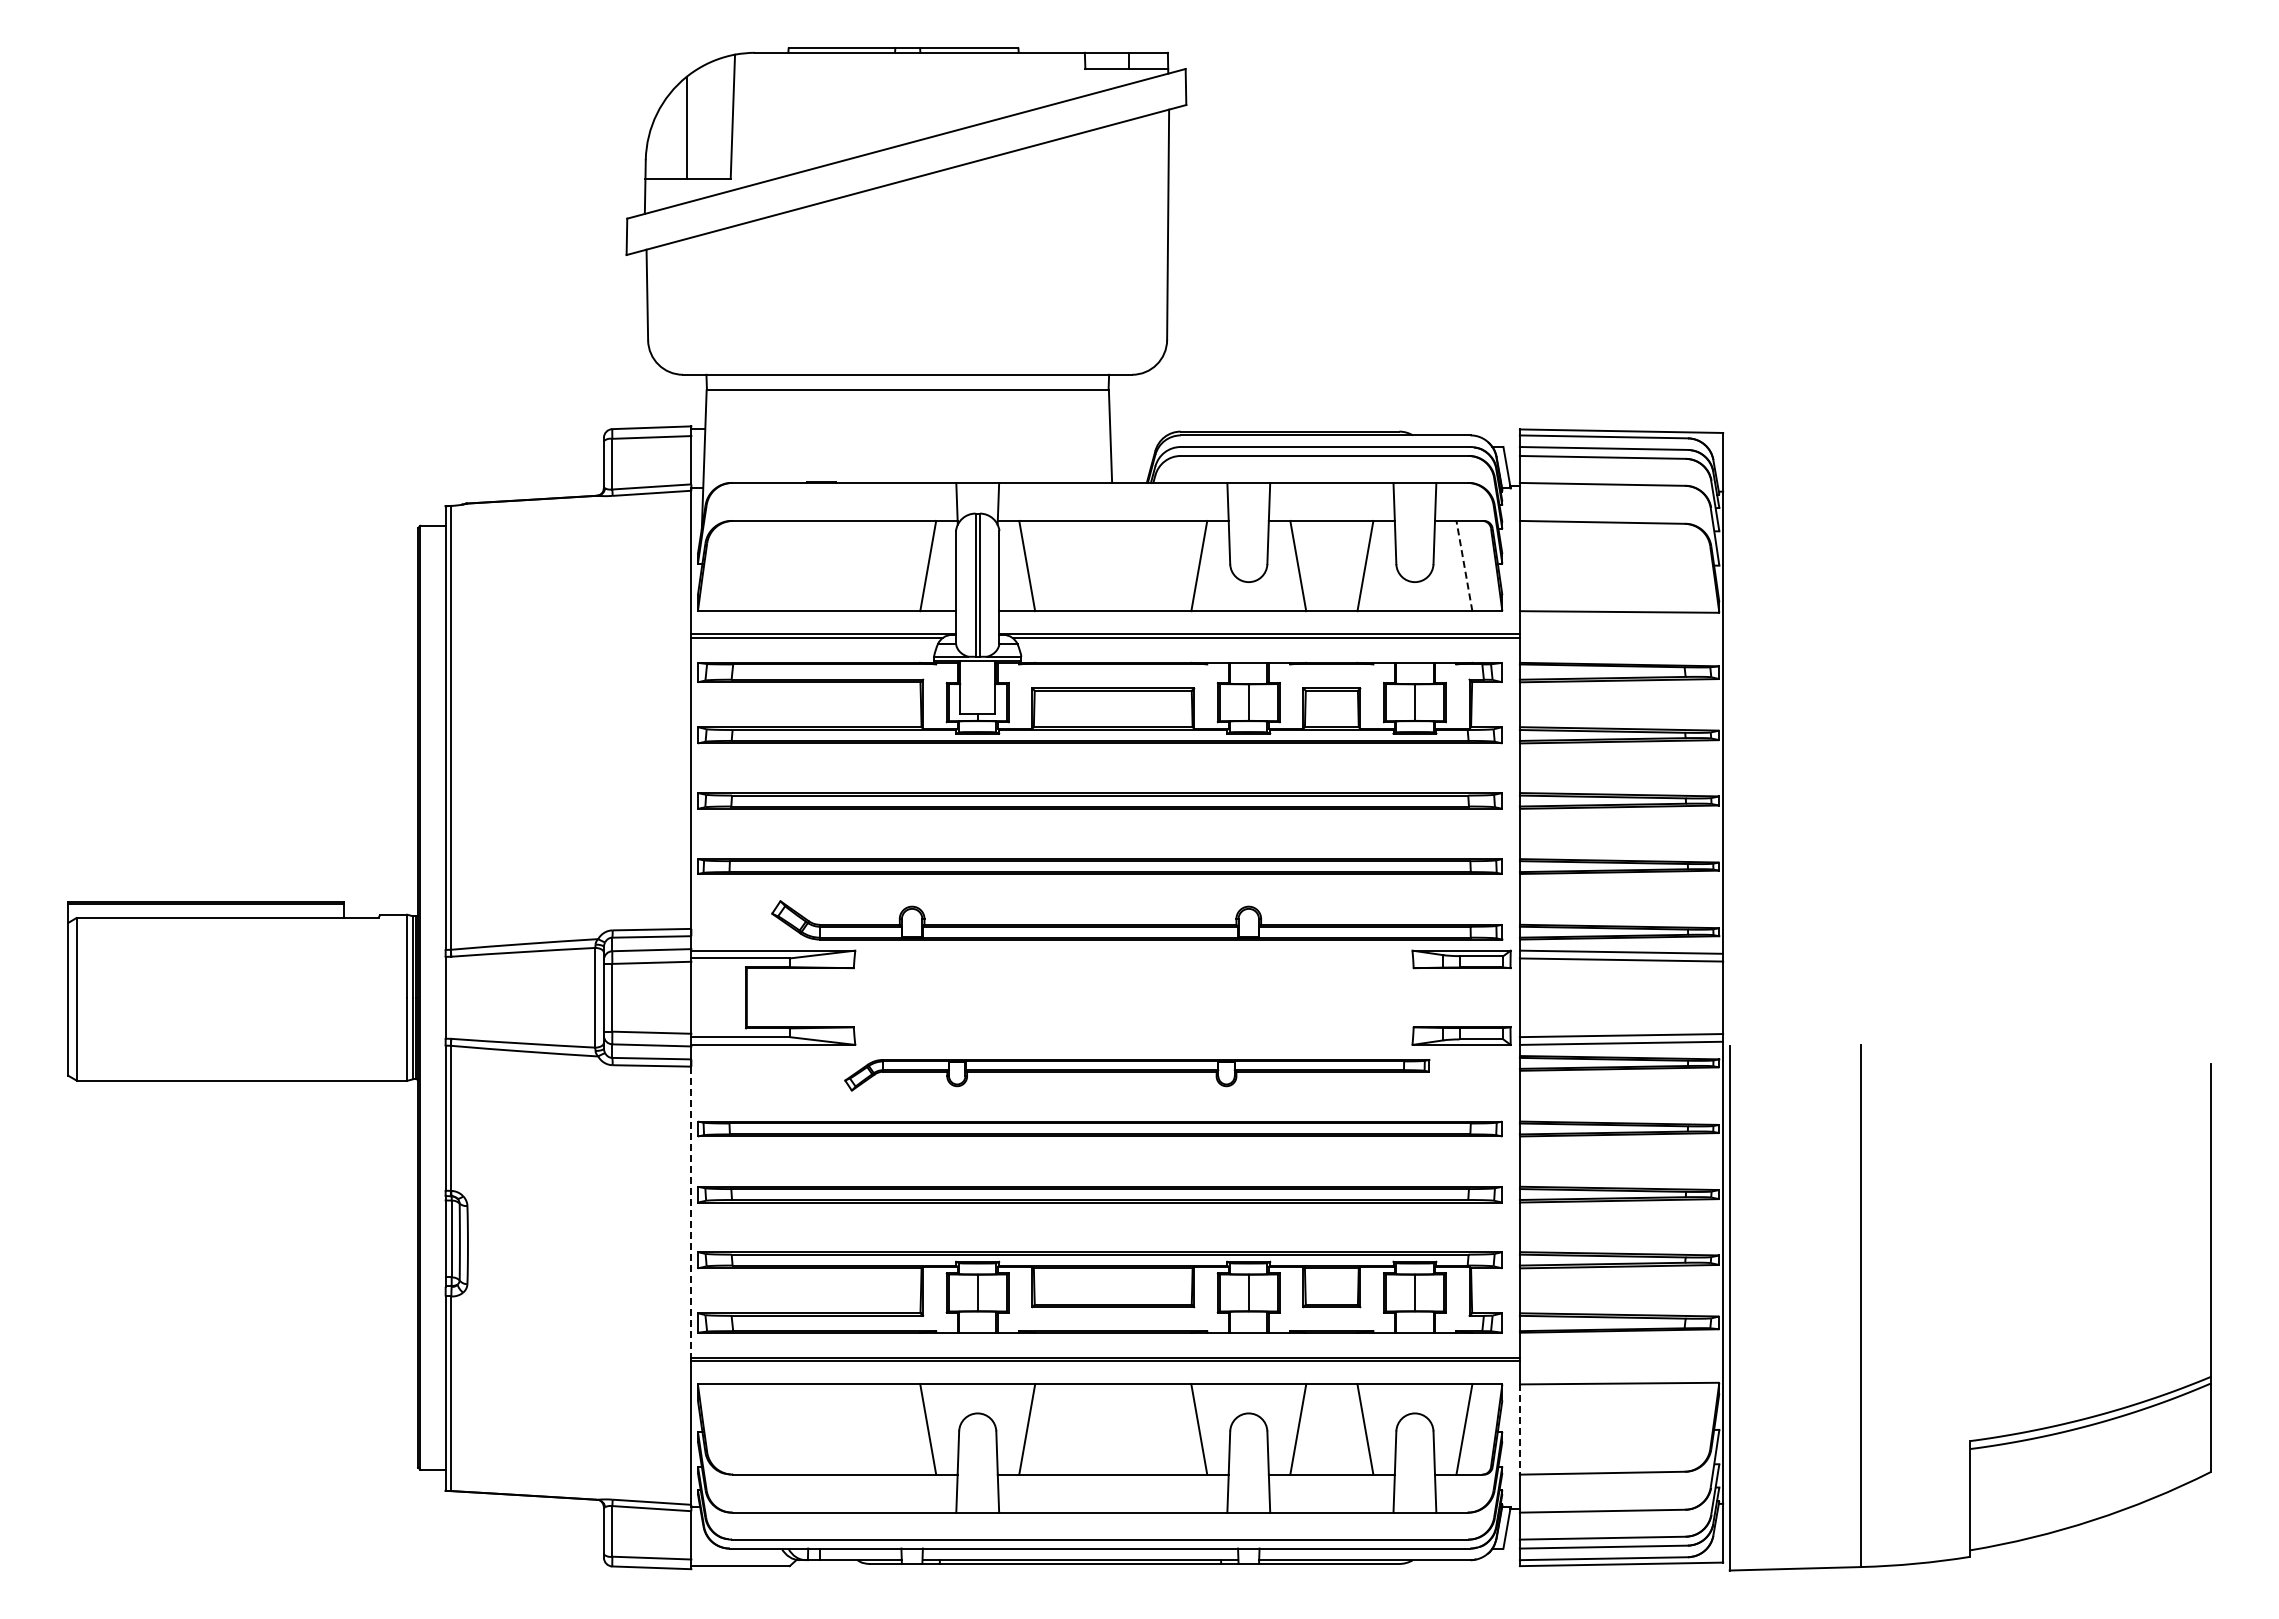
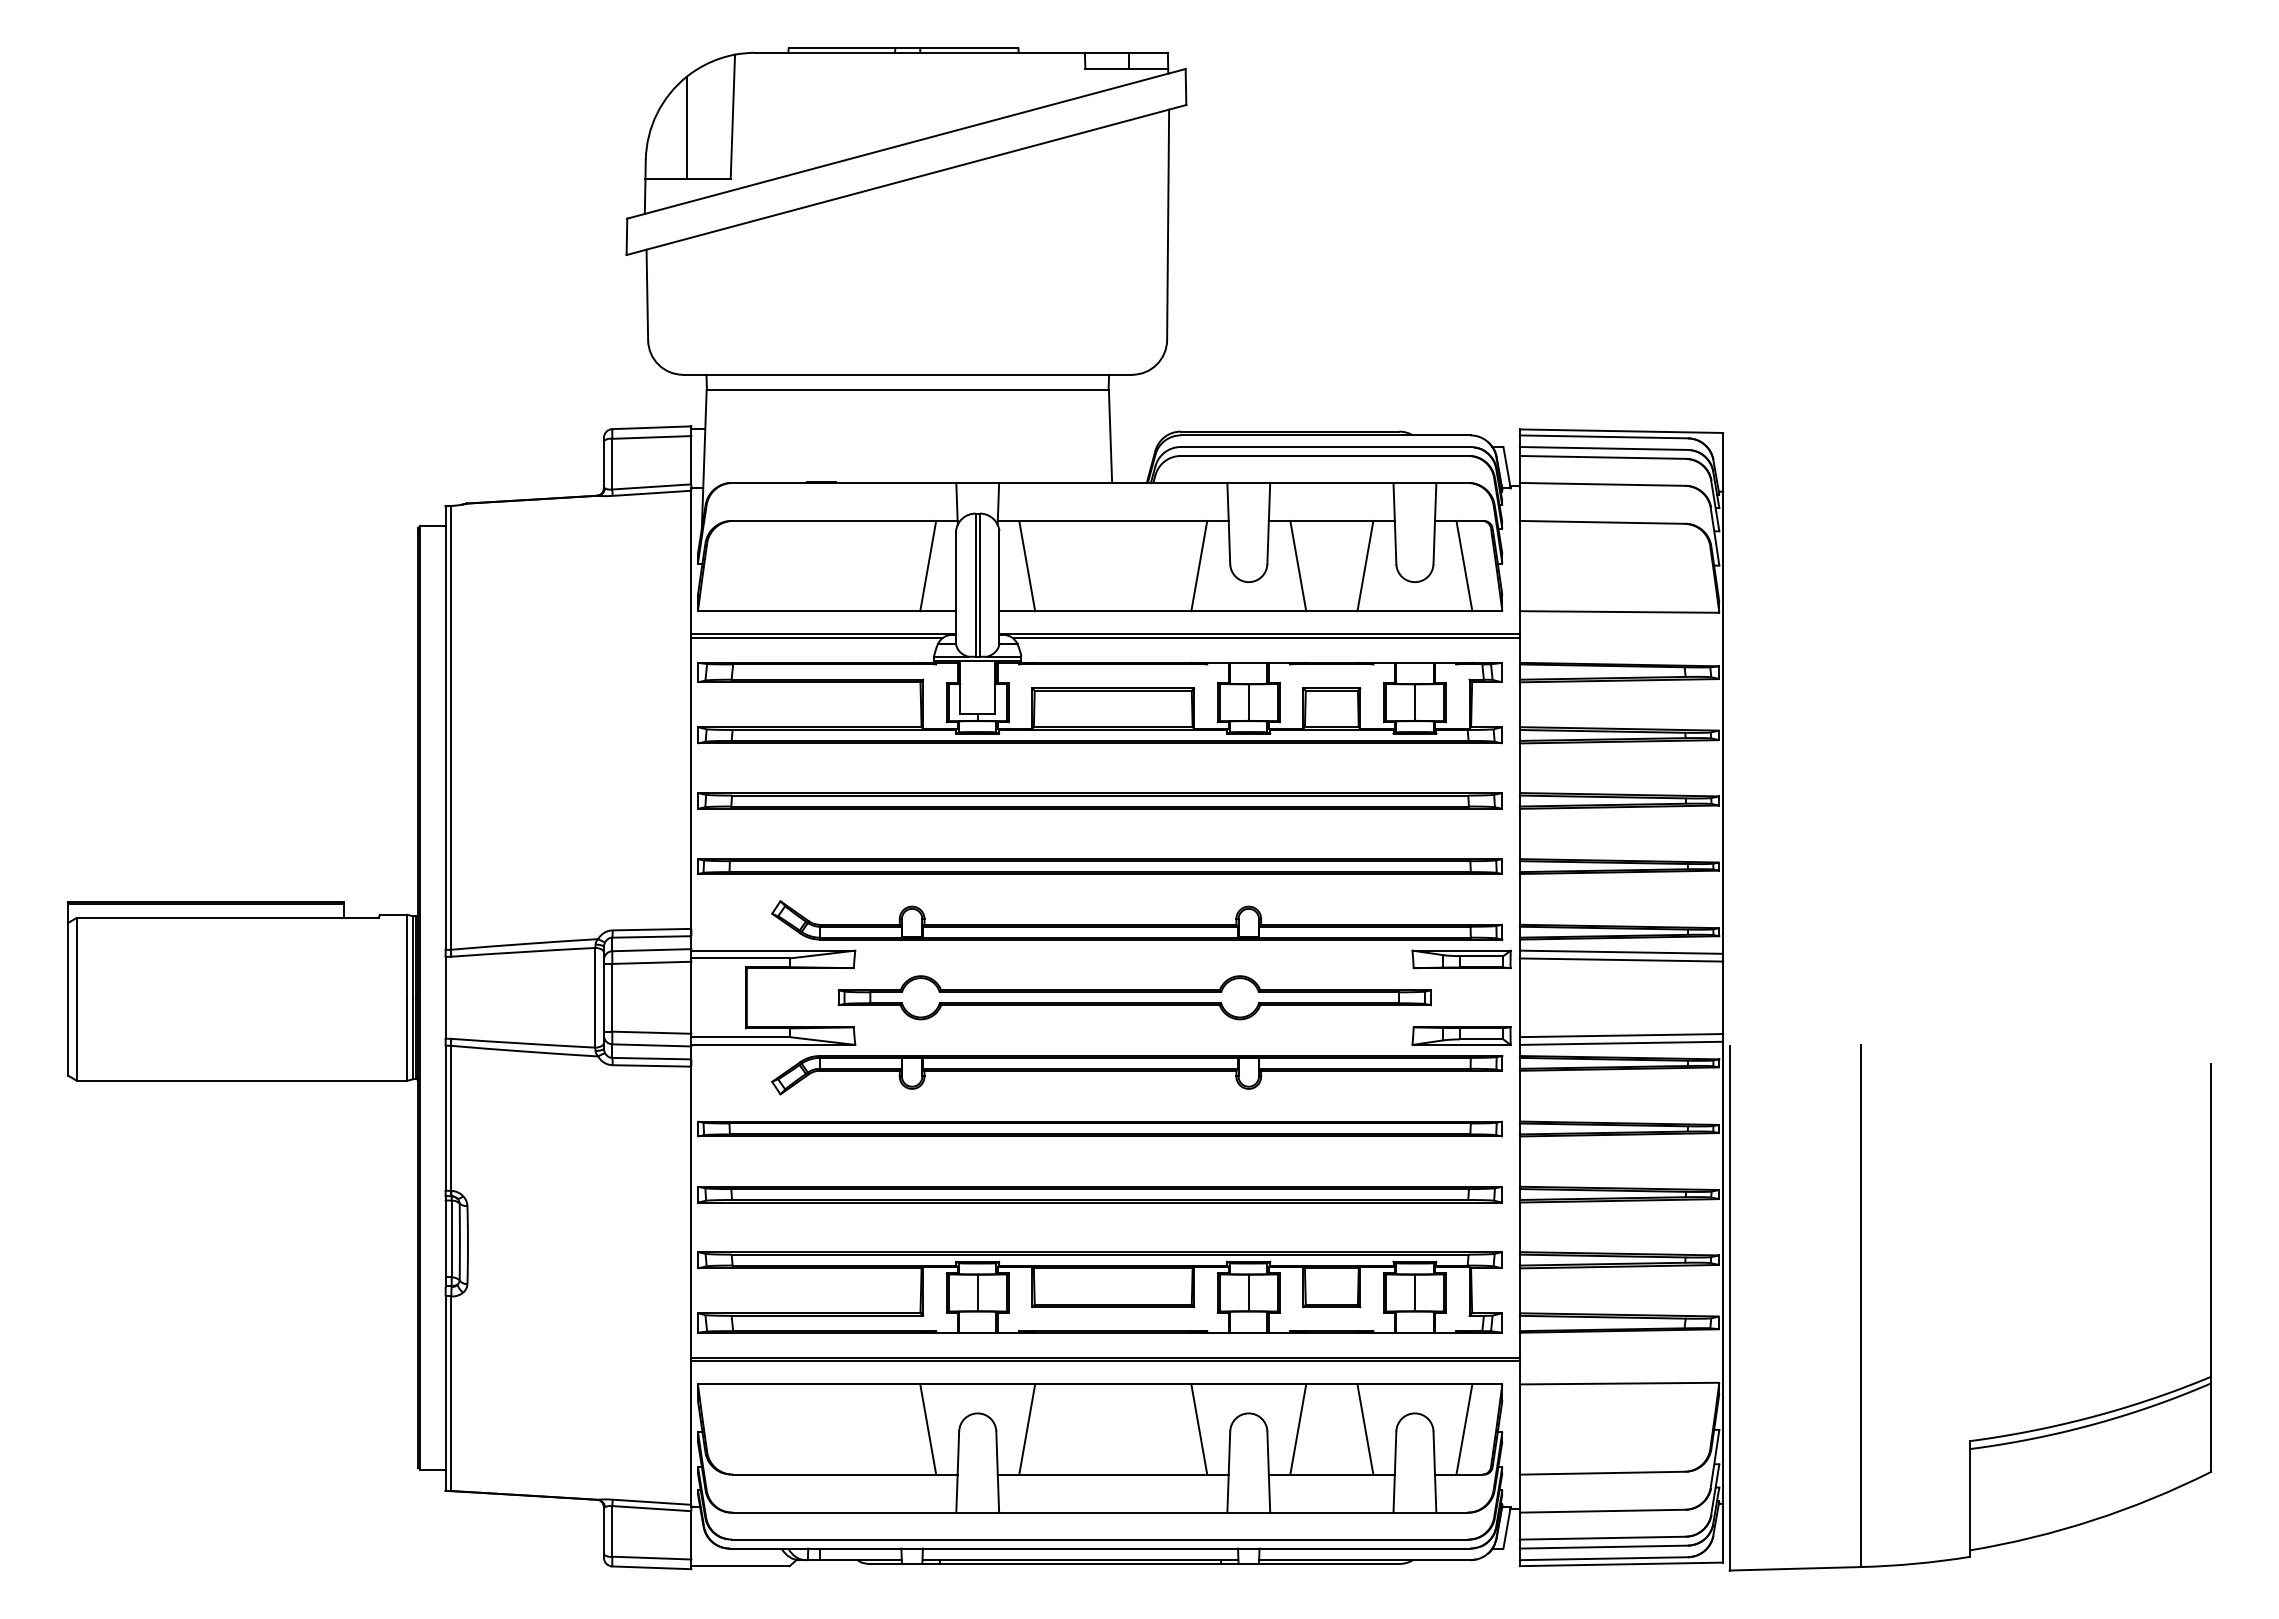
line at (1464, 566): dashed -> solid
part at (1134, 997): none -> present
part at (1137, 1075) size: 587x33 px -> 733x41 px
line at (691, 1212): dashed -> solid
line at (1519, 1430): dashed -> solid
